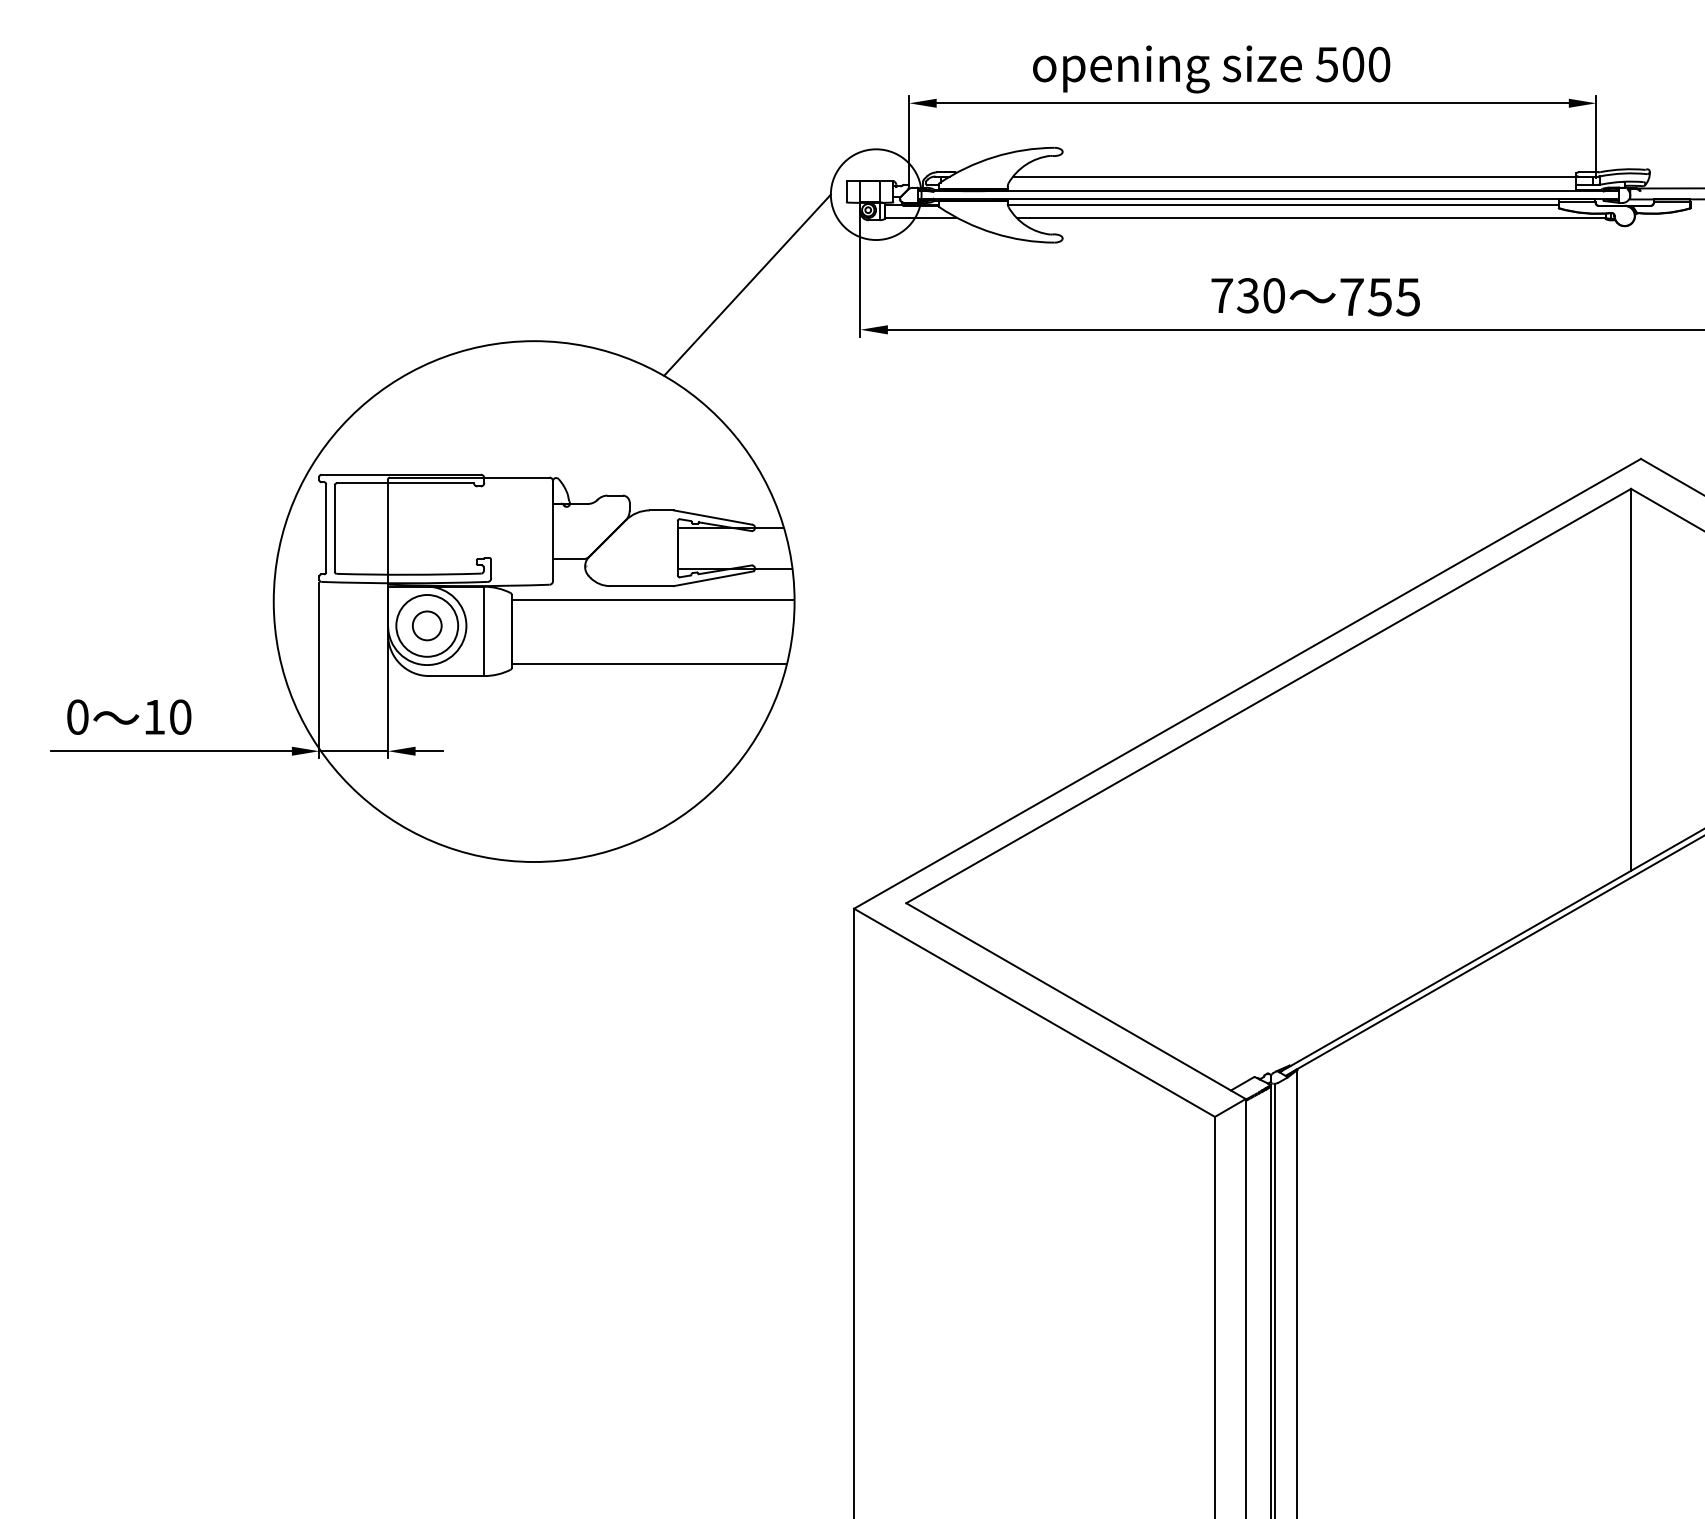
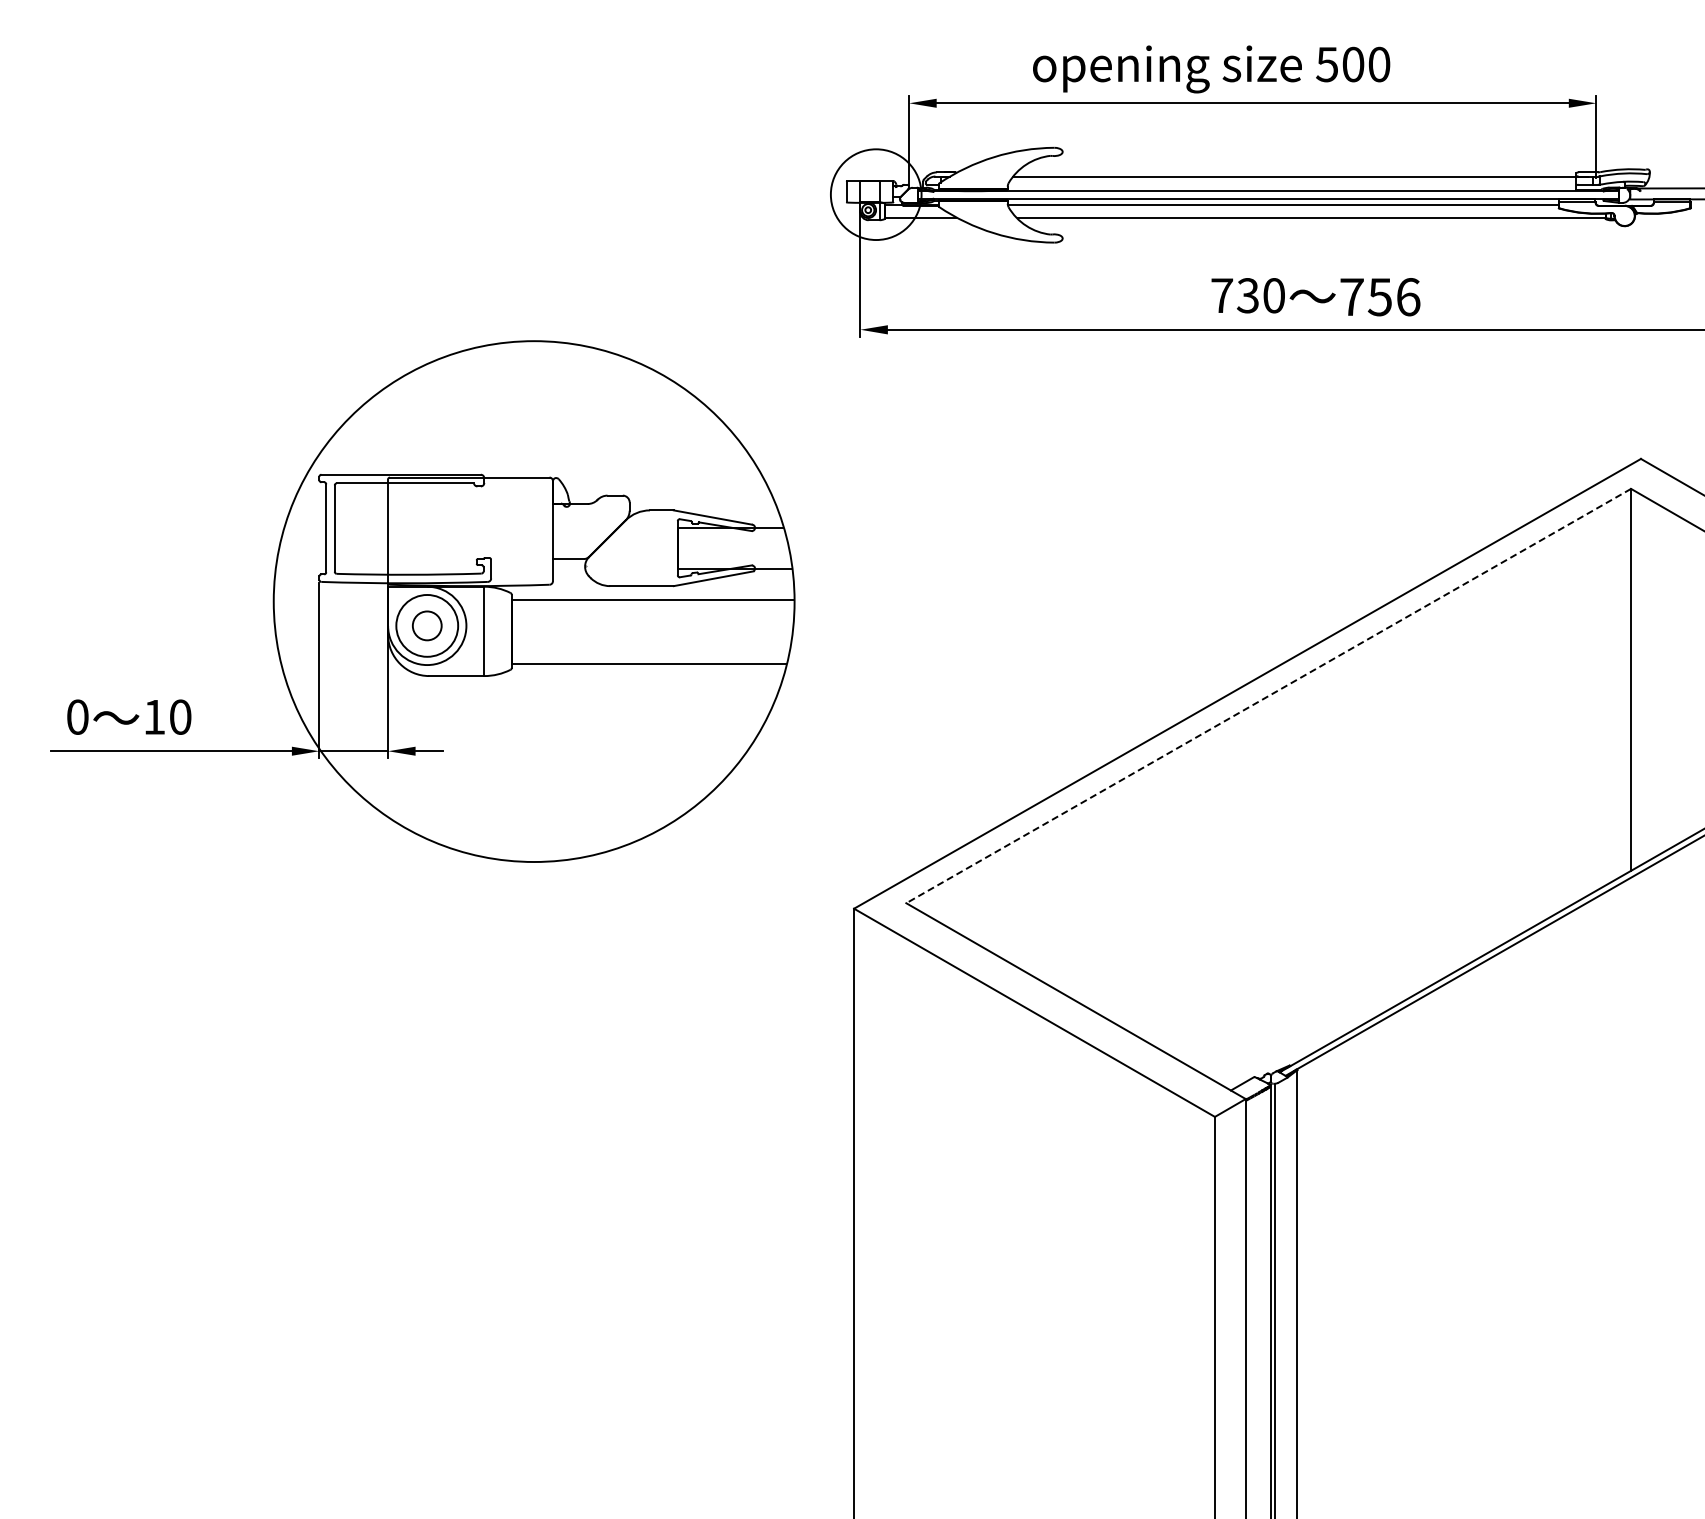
line at (747, 284): present -> none
text at (1408, 297): 755 -> 756
line at (1268, 696): solid -> dashed
